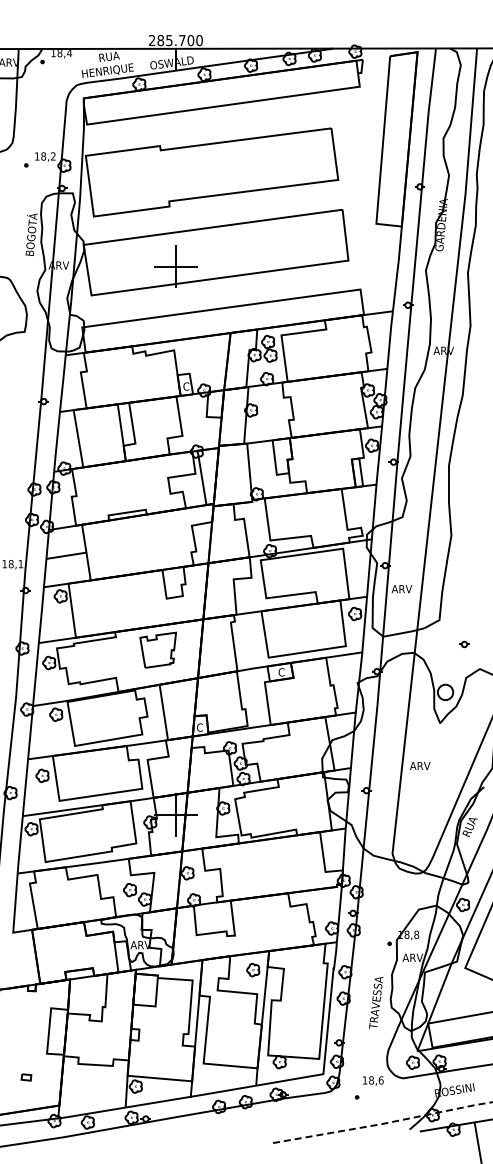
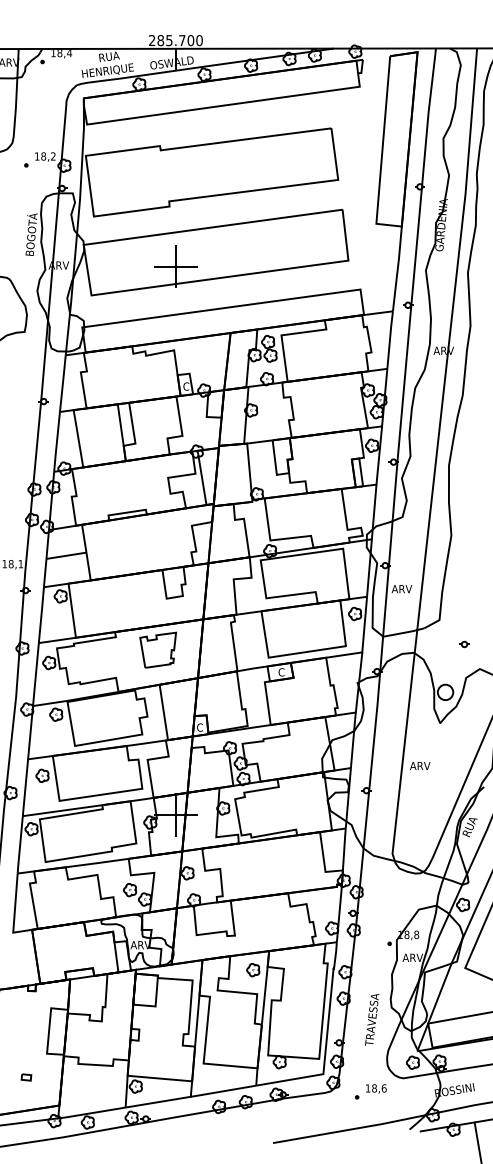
text at (376, 1002) position: (376, 1002) -> (372, 1019)
text at (373, 1080) position: (373, 1080) -> (376, 1088)
line at (383, 1123): dashed -> solid
